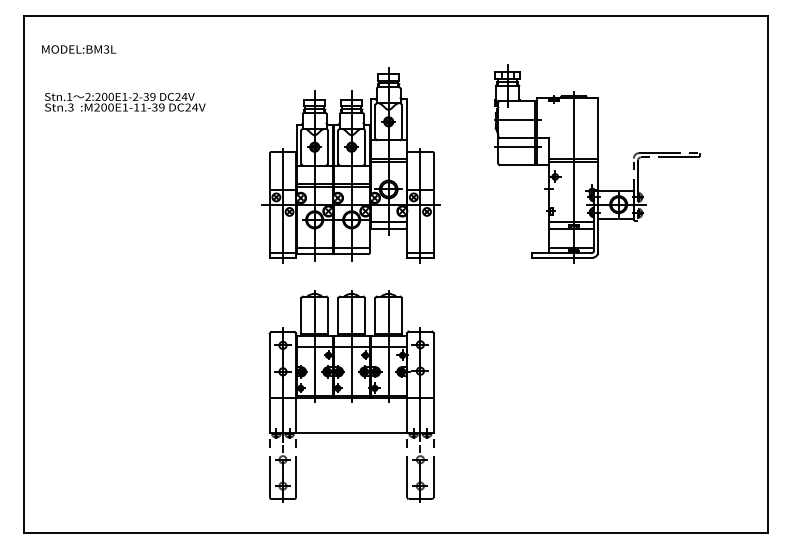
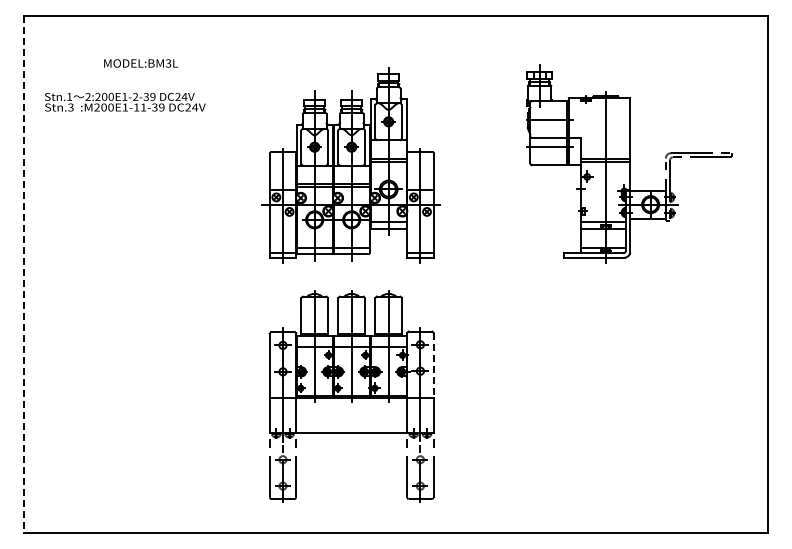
text at (79, 49) position: (79, 49) -> (141, 63)
part at (597, 163) position: (597, 163) -> (629, 163)
line at (23, 274): solid -> dashed
line at (433, 365): solid -> dashed
